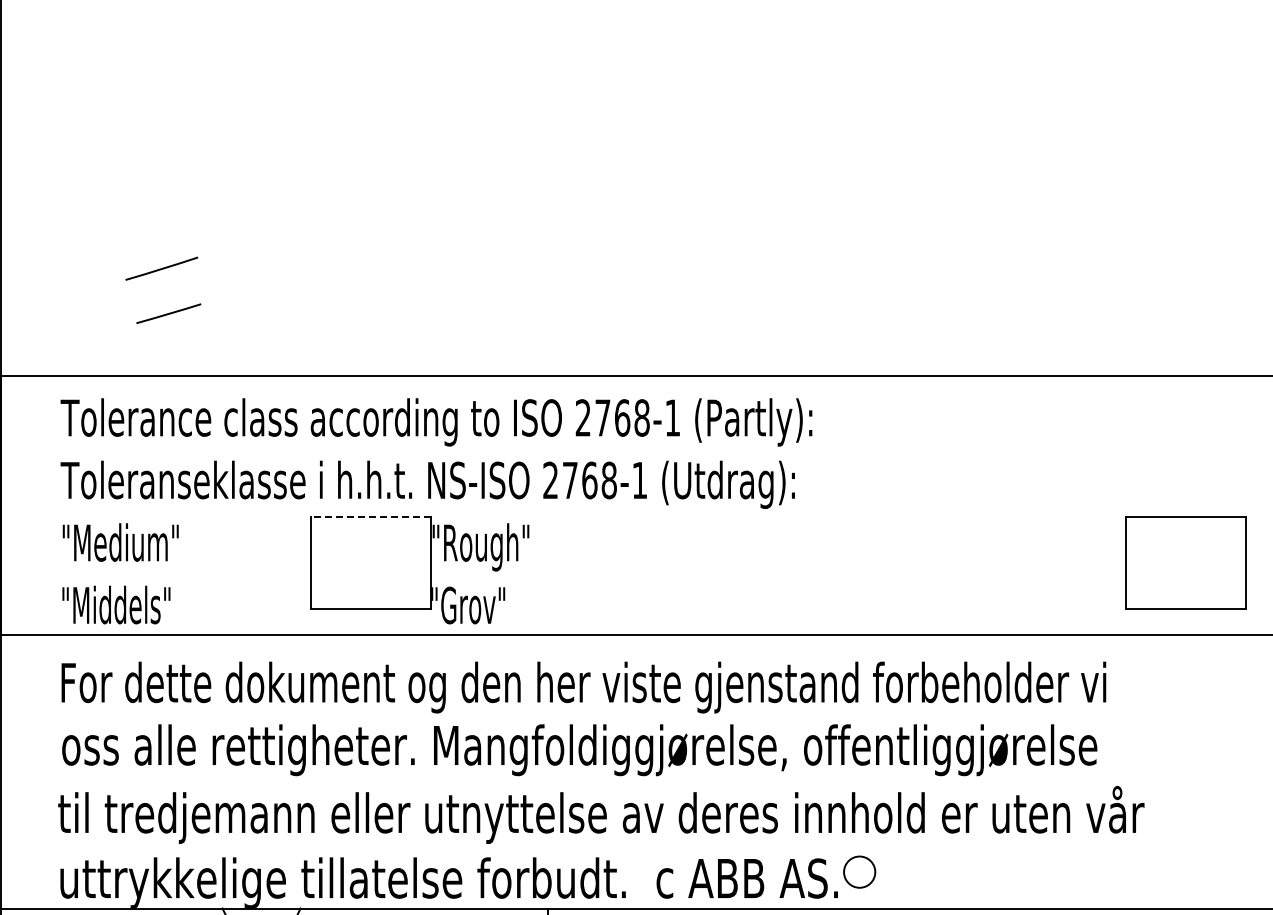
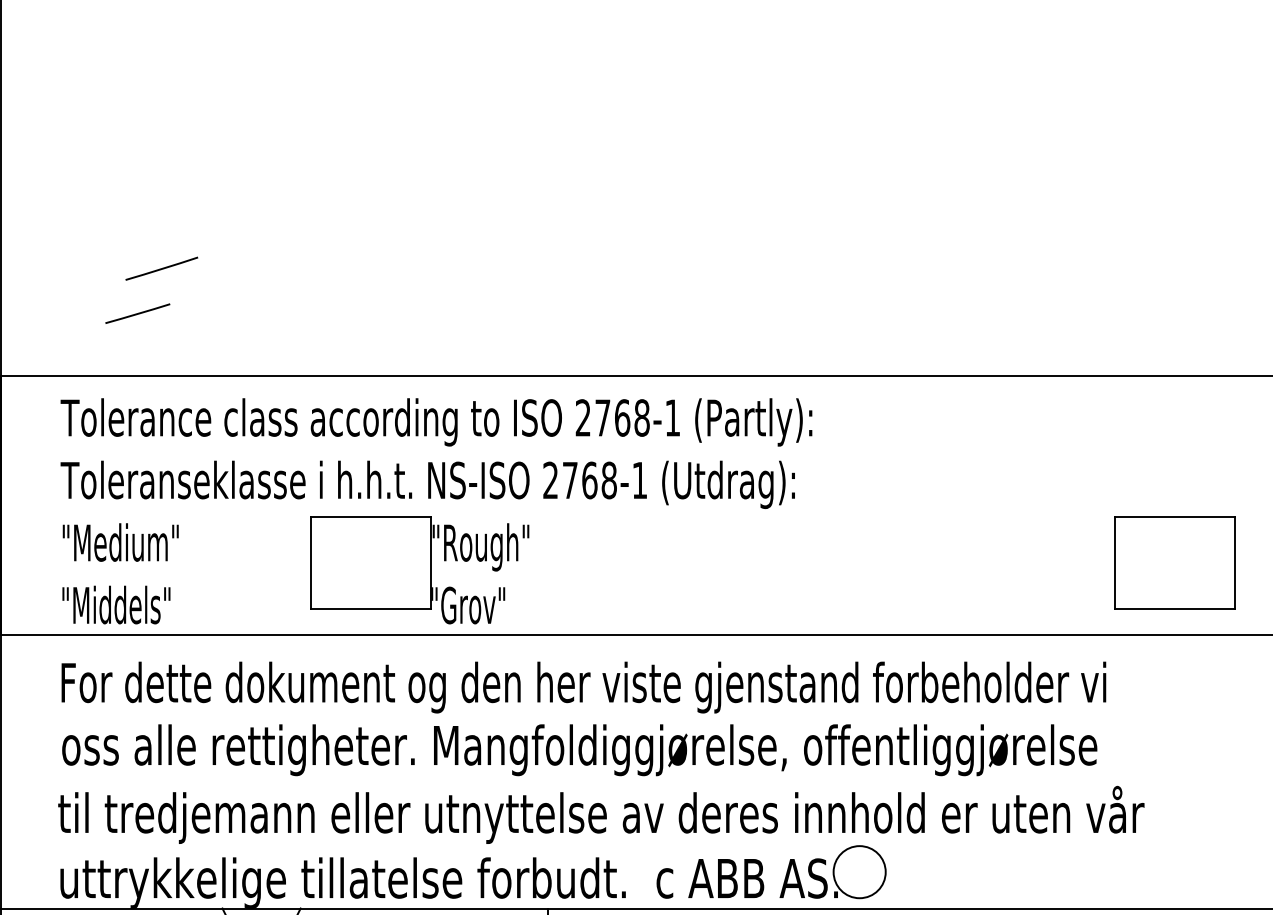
line at (168, 313) position: (168, 313) -> (137, 313)
line at (370, 516): dashed -> solid
part at (1185, 562) position: (1185, 562) -> (1174, 562)
circle at (859, 871) diameter: 31 px -> 52 px
